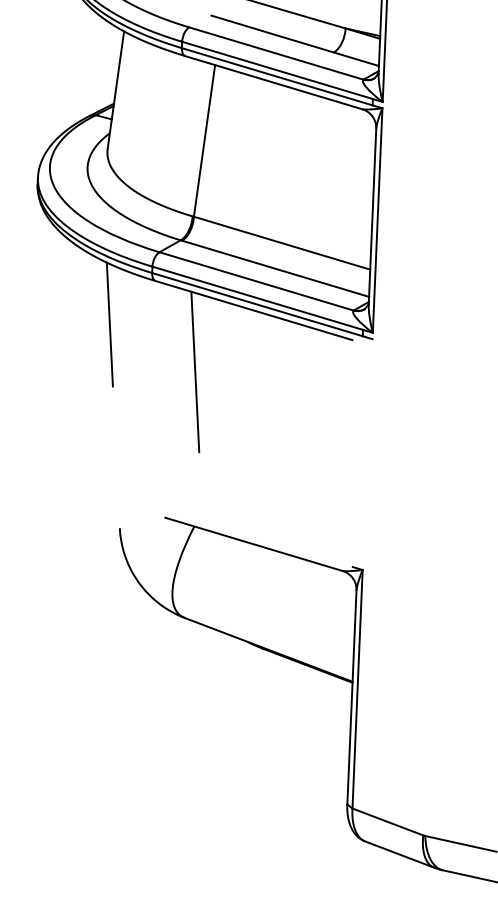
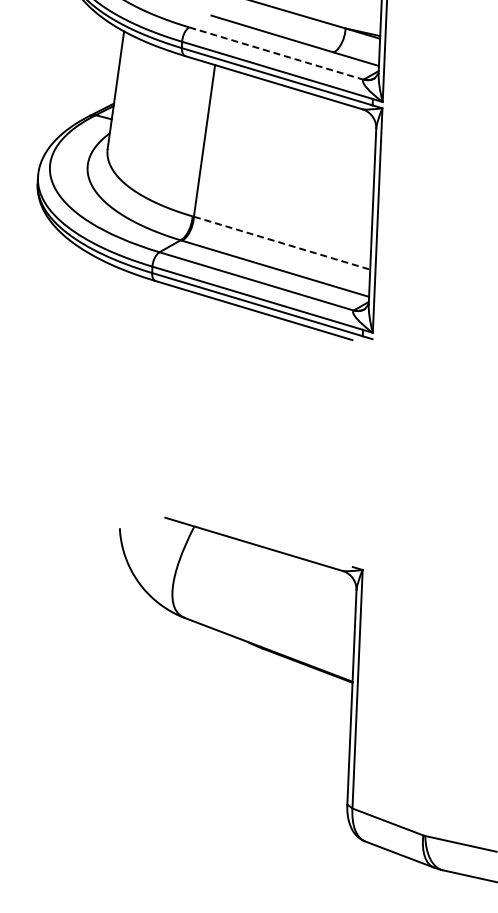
line at (276, 53): solid -> dashed
line at (282, 243): solid -> dashed
line at (109, 324): present -> none
line at (195, 371): present -> none
